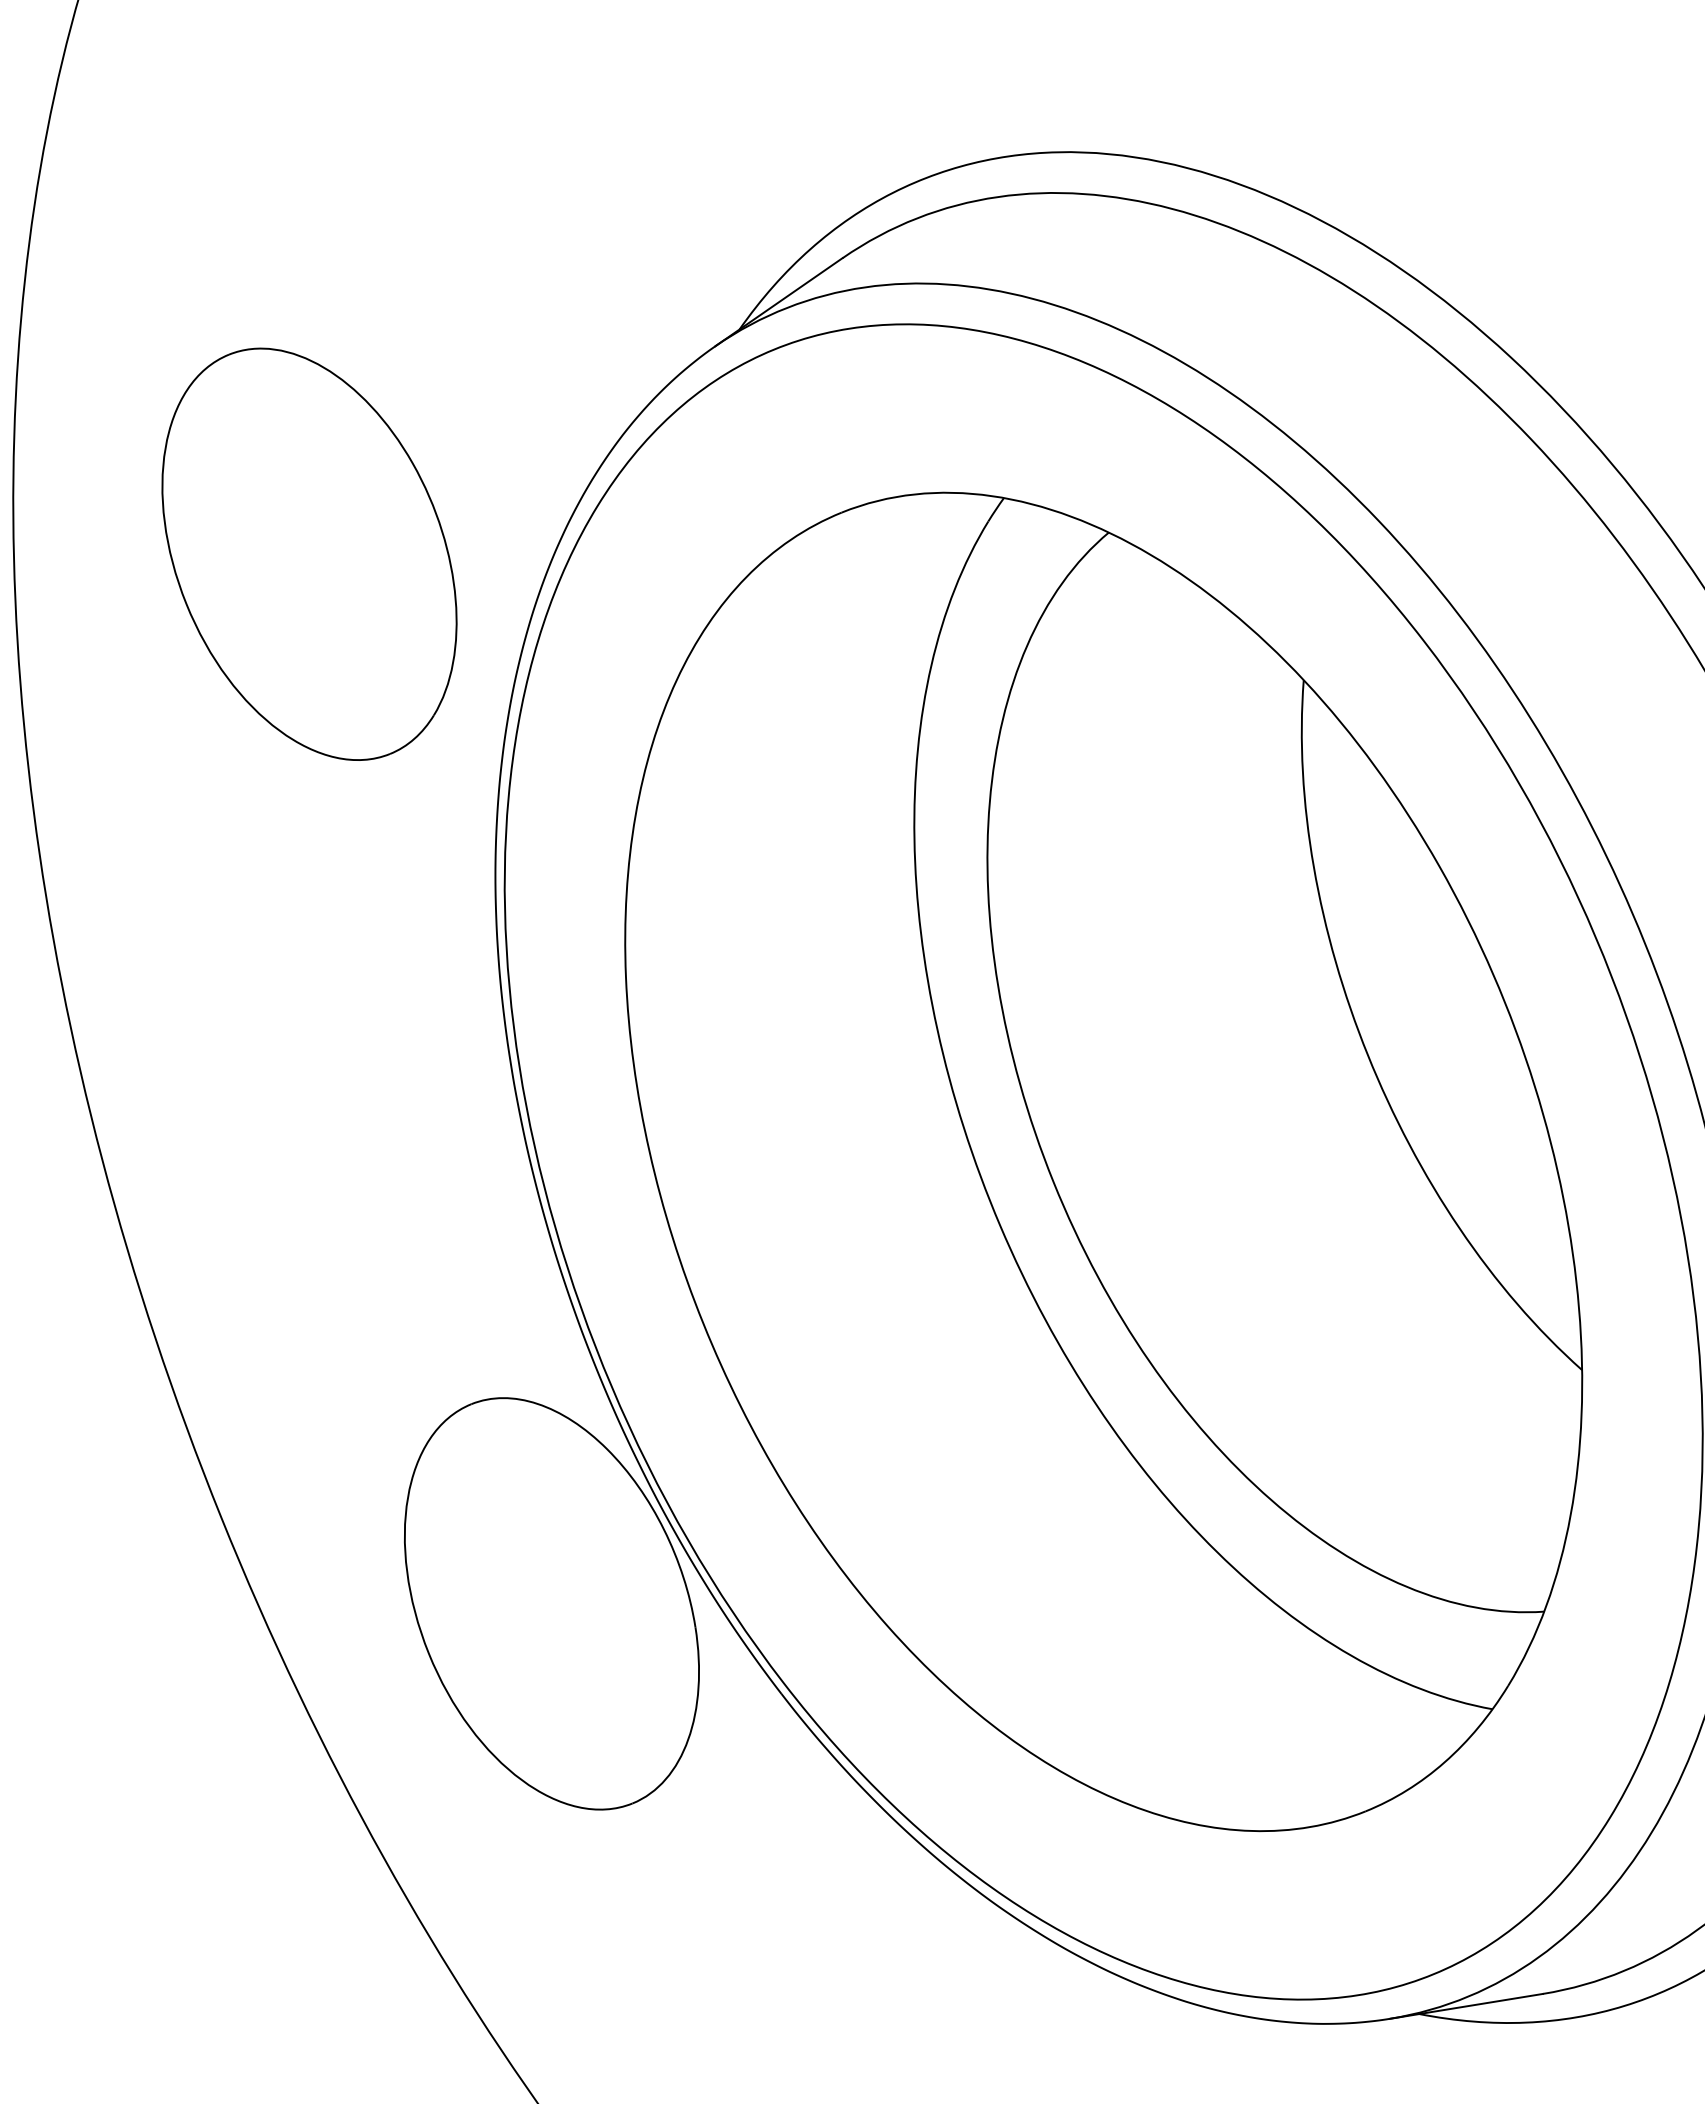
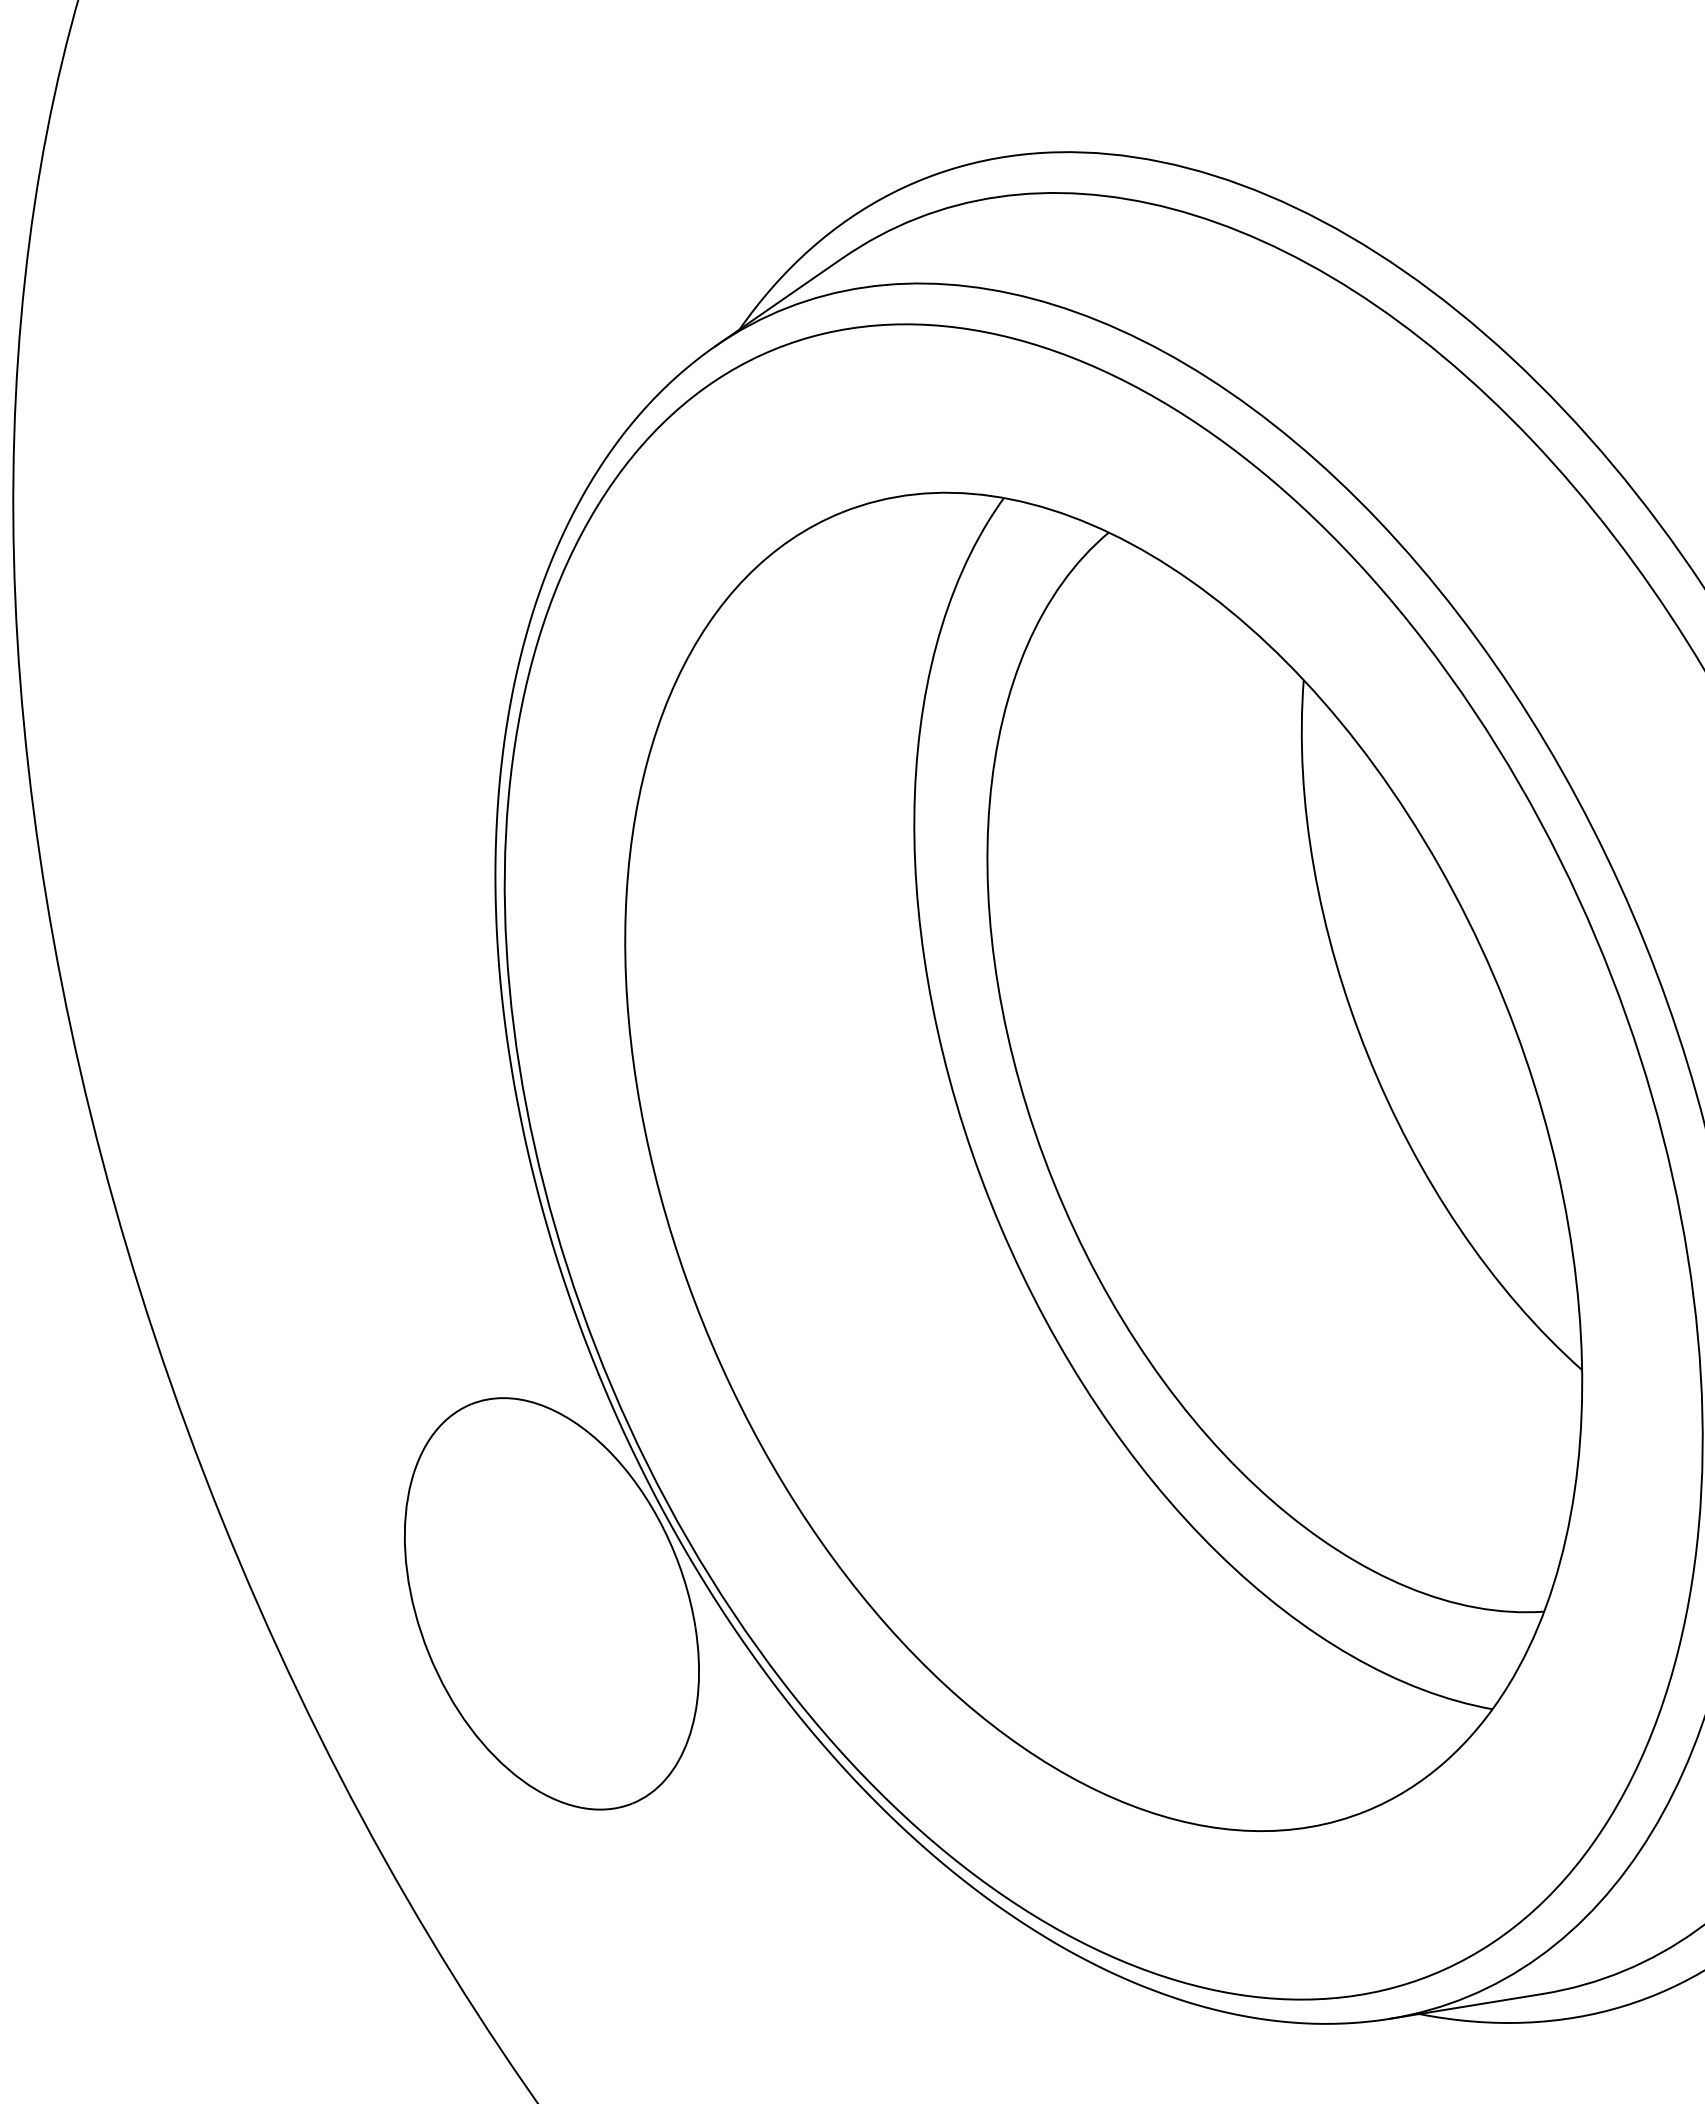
part at (309, 553): present -> none
